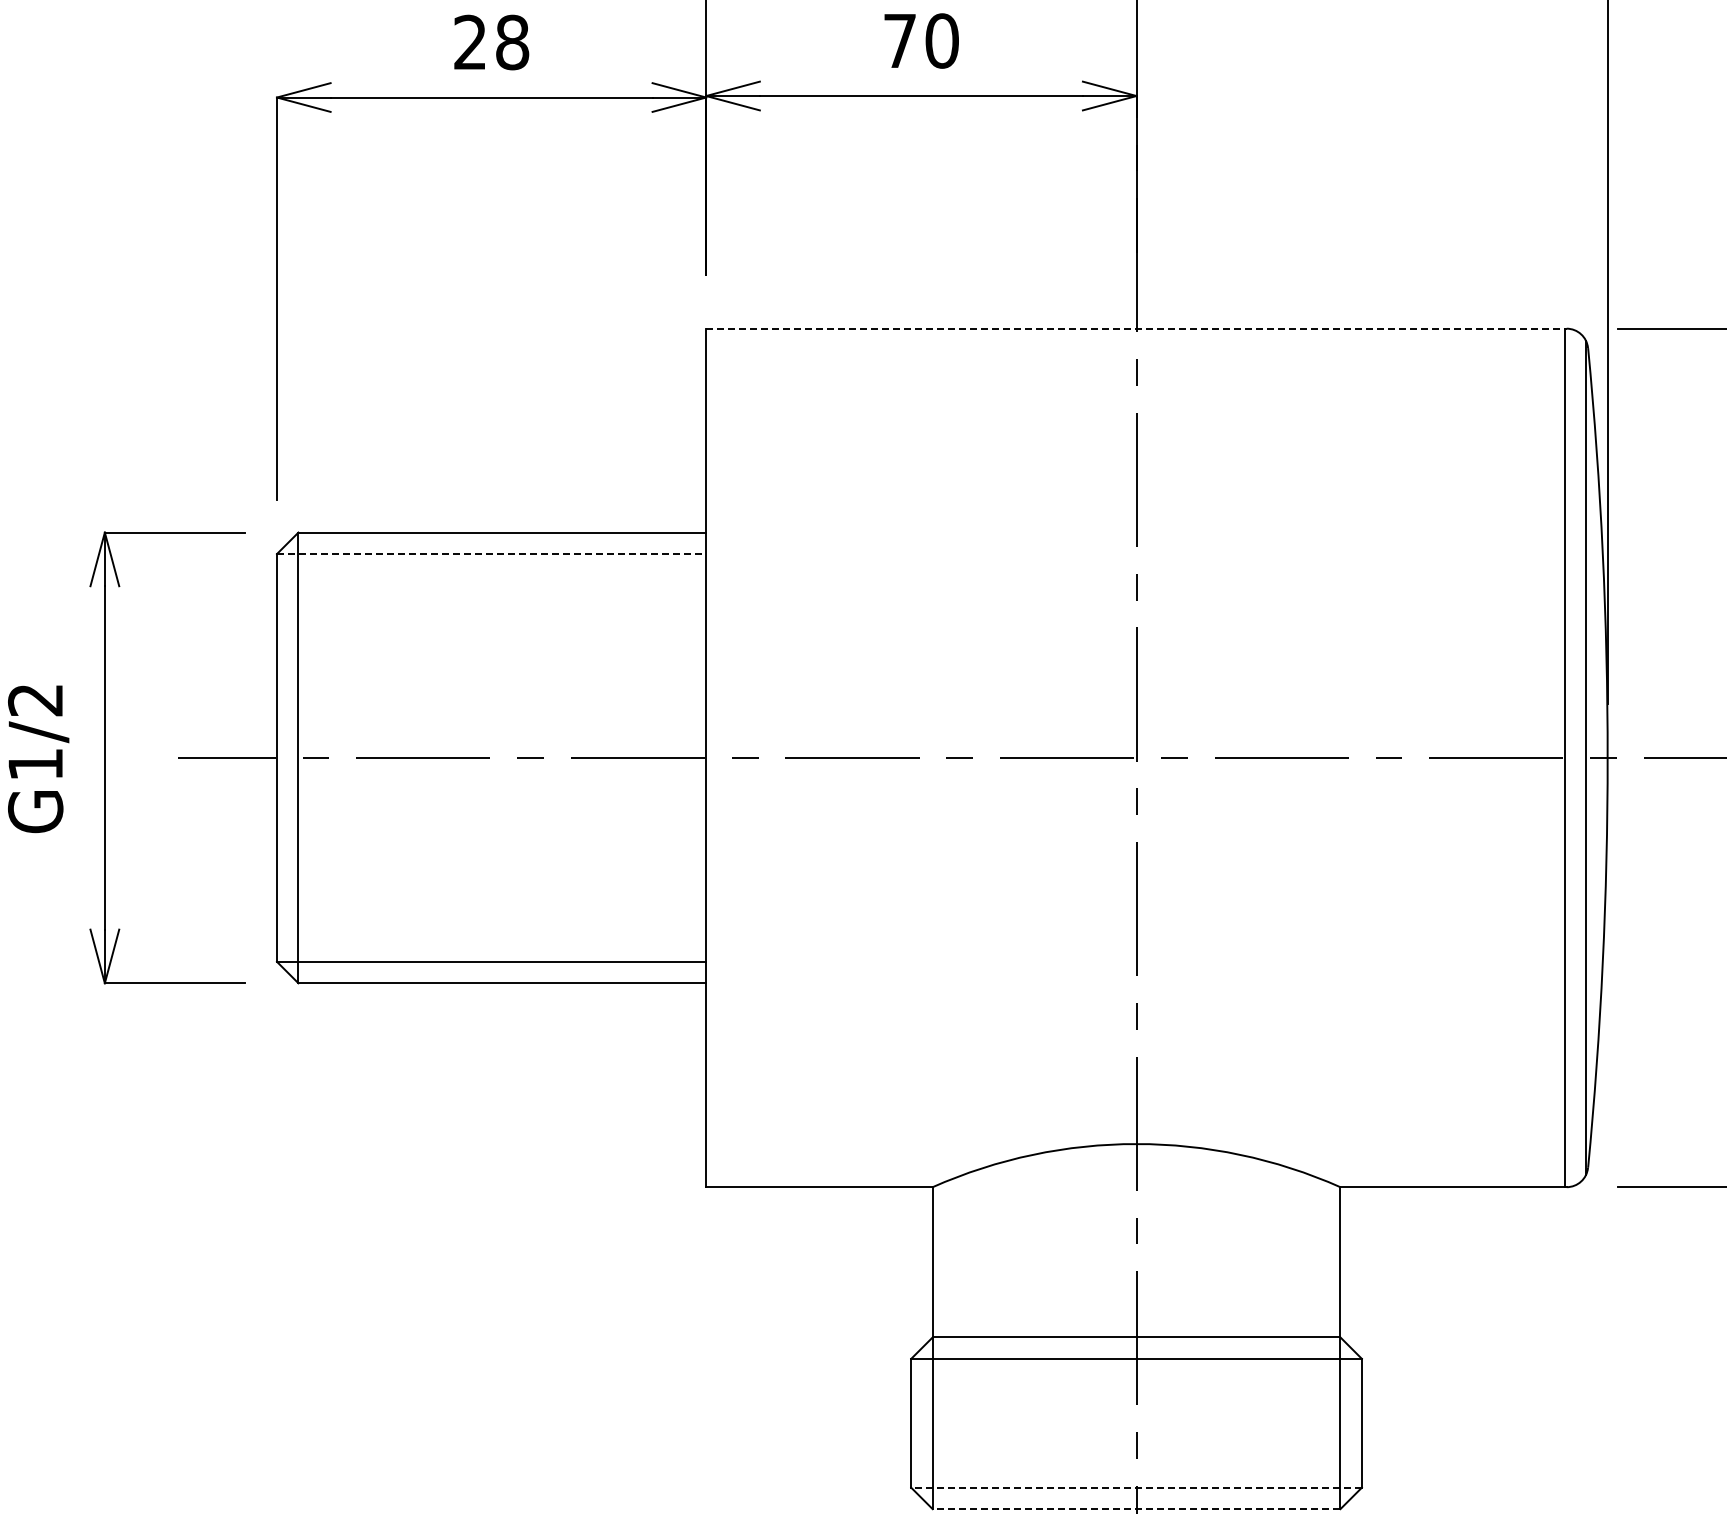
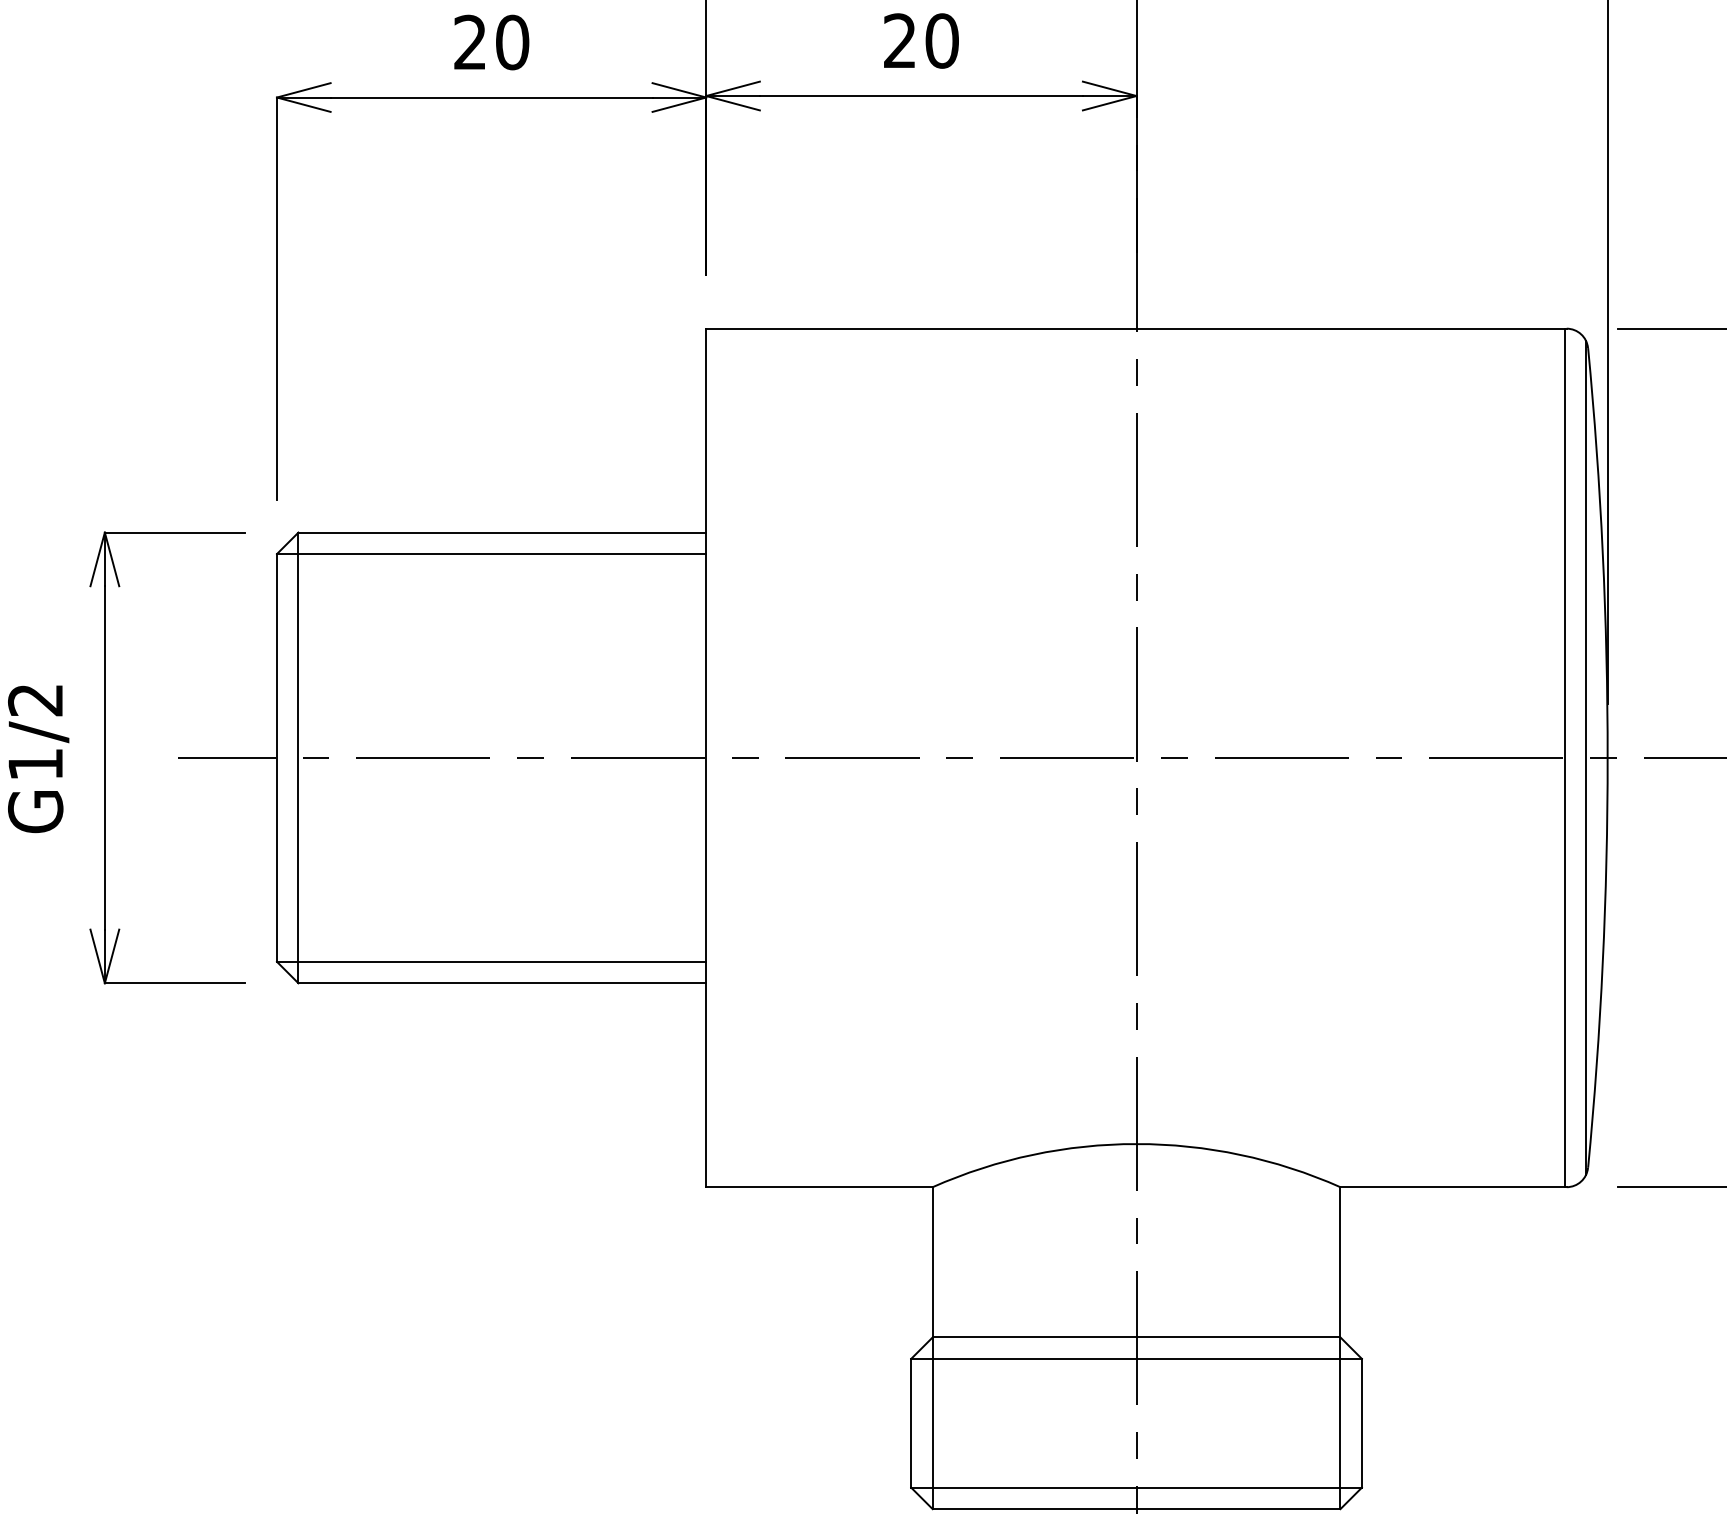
text at (899, 40): 70 -> 20
text at (512, 42): 28 -> 20
line at (1136, 328): dashed -> solid
line at (491, 554): dashed -> solid
line at (1136, 1487): dashed -> solid
line at (1136, 1509): dashed -> solid
